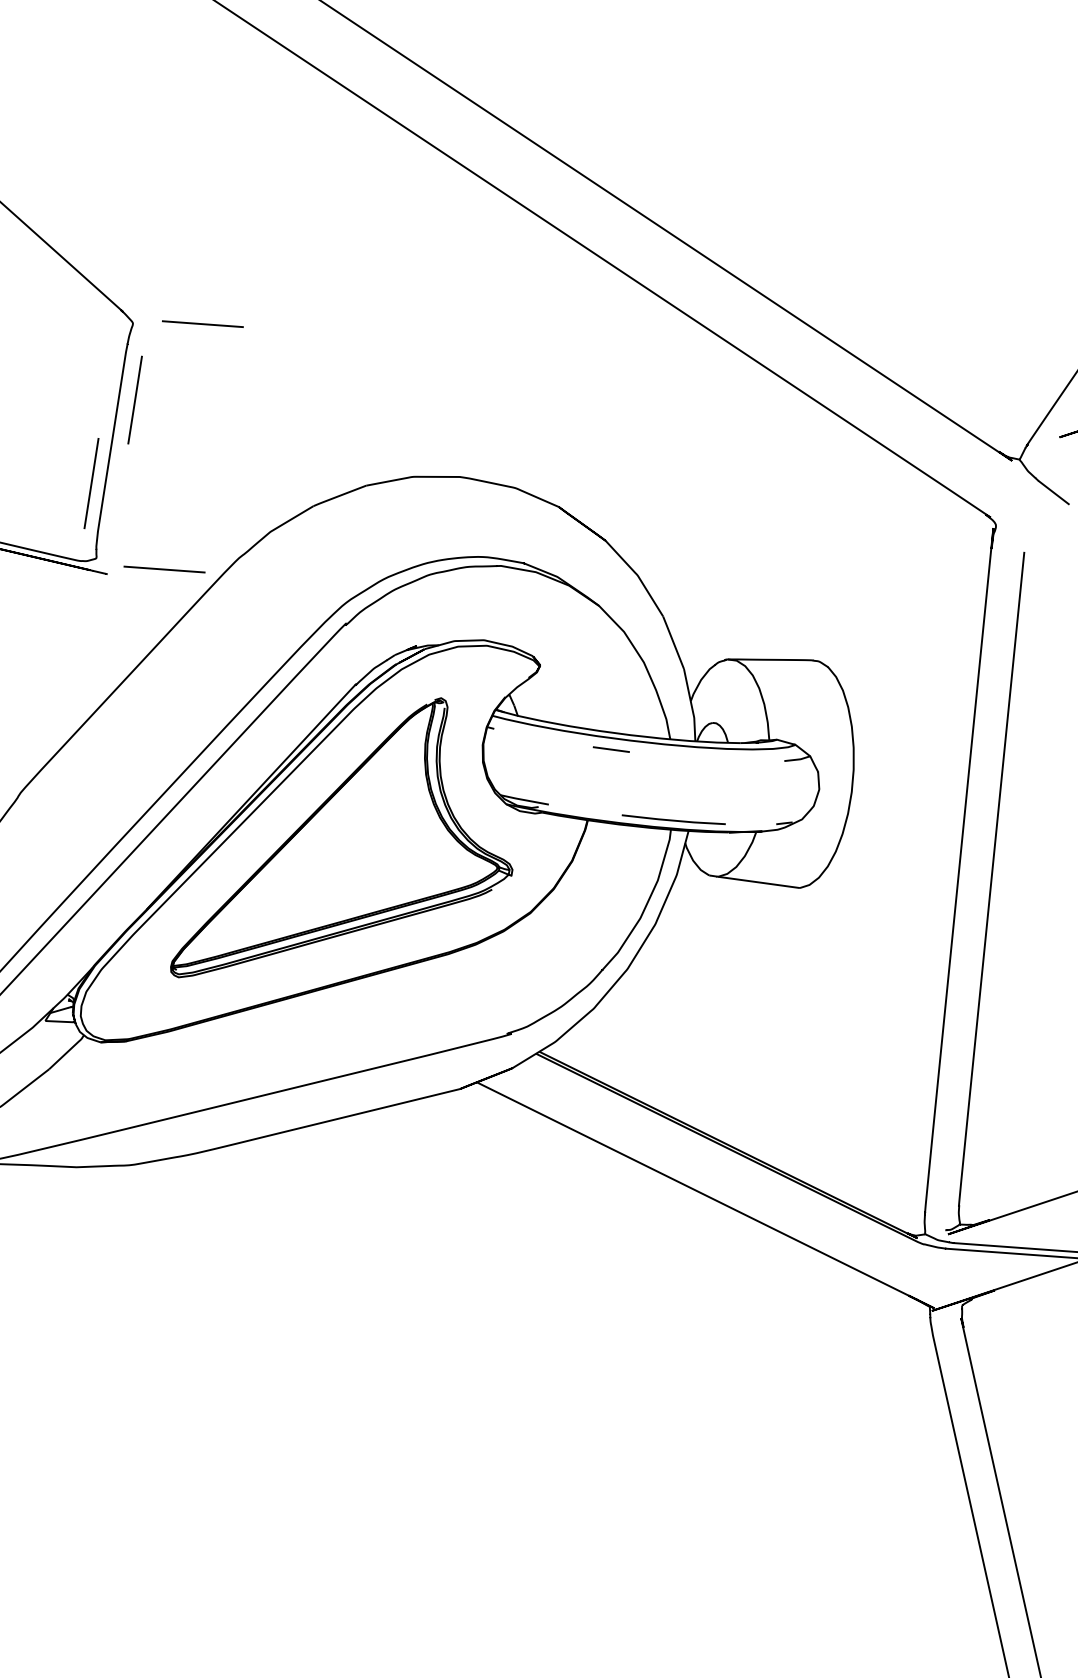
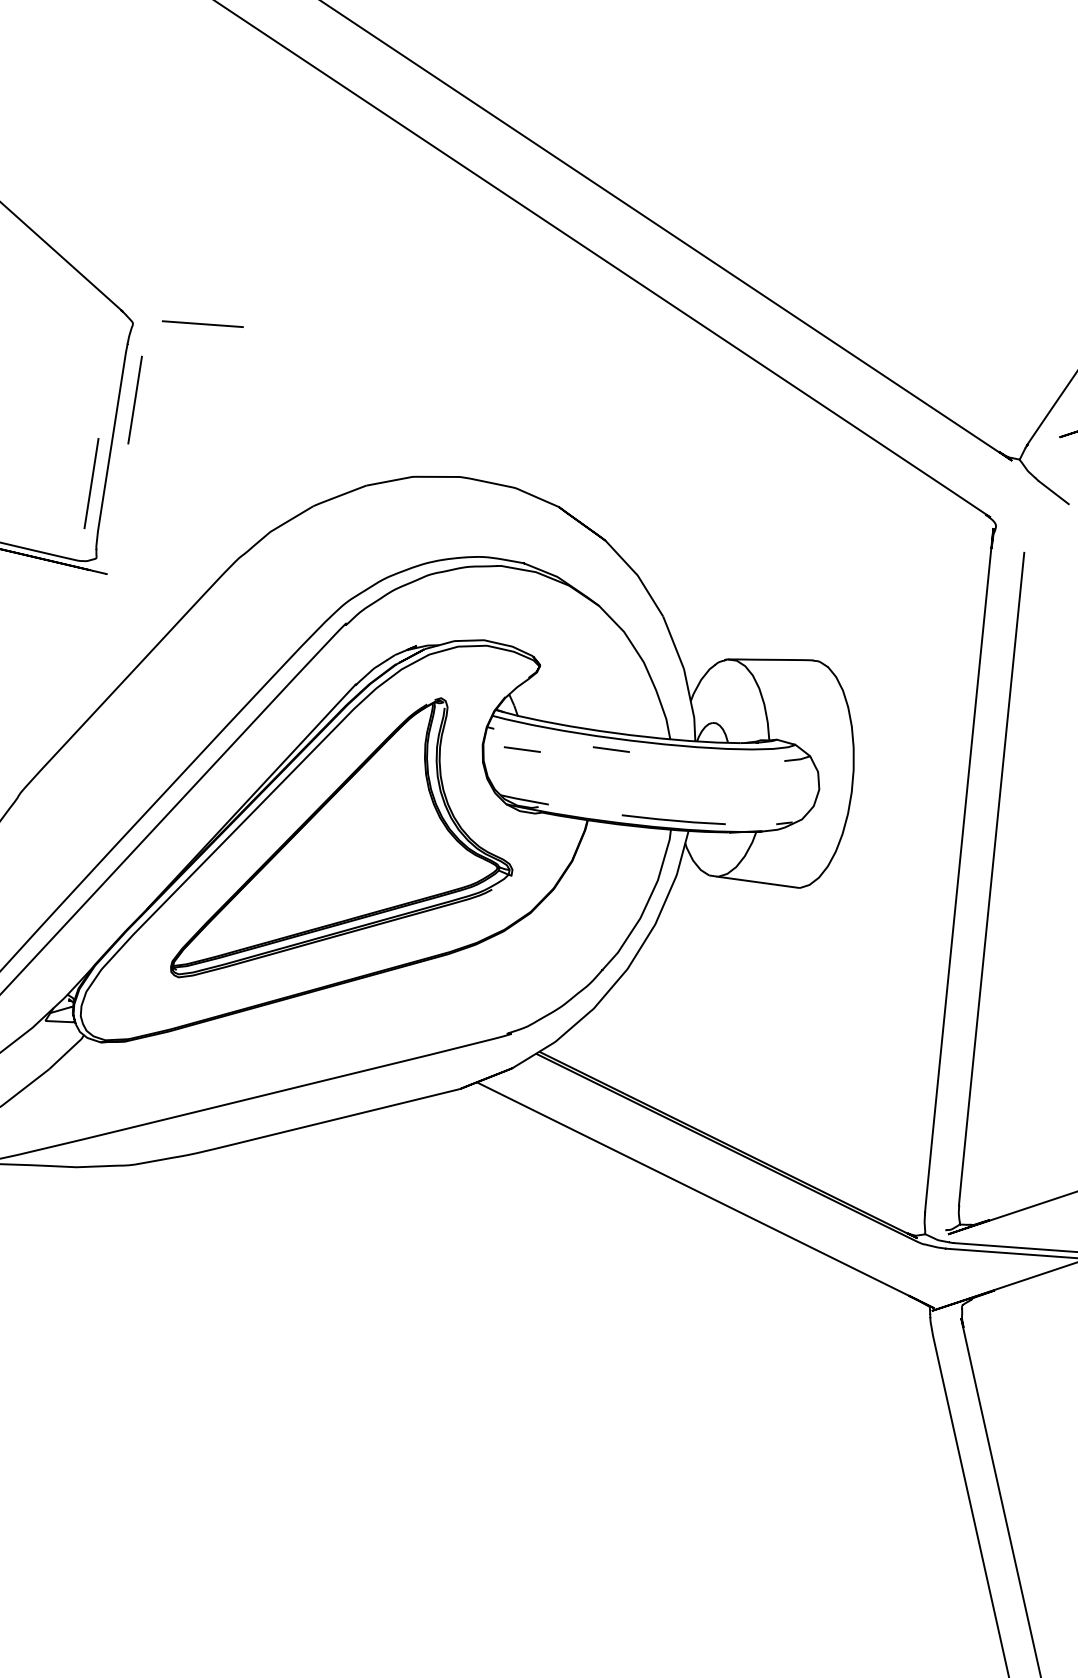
line at (164, 569): present -> none
line at (521, 749): none -> present
